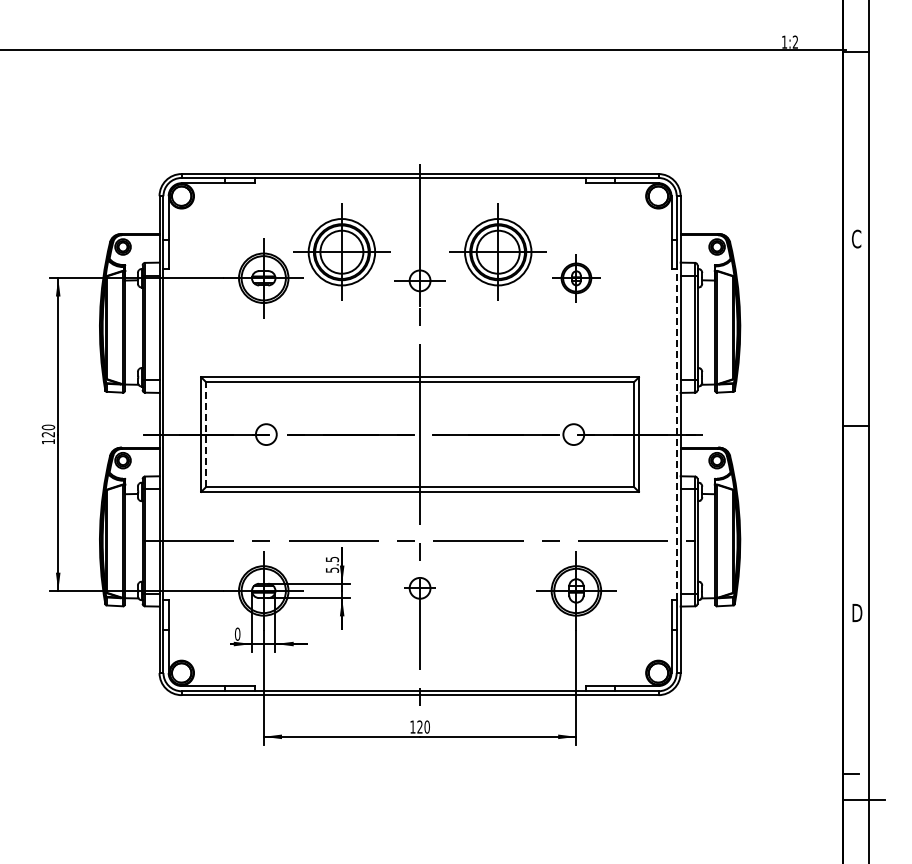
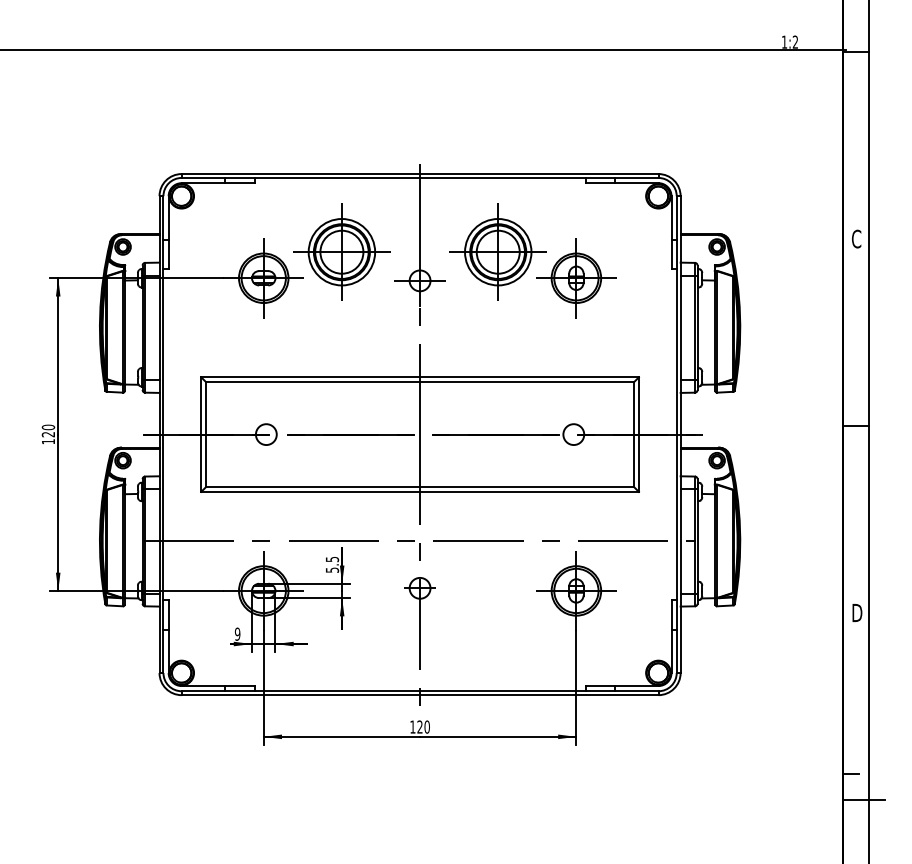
part at (576, 278) size: 49x49 px -> 81x81 px
line at (205, 434): dashed -> solid
line at (676, 434): dashed -> solid
text at (237, 634): 0 -> 9
